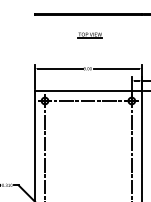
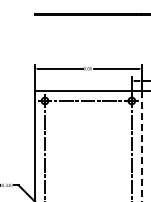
part at (89, 35): present -> none
line at (142, 146): solid -> dashed
